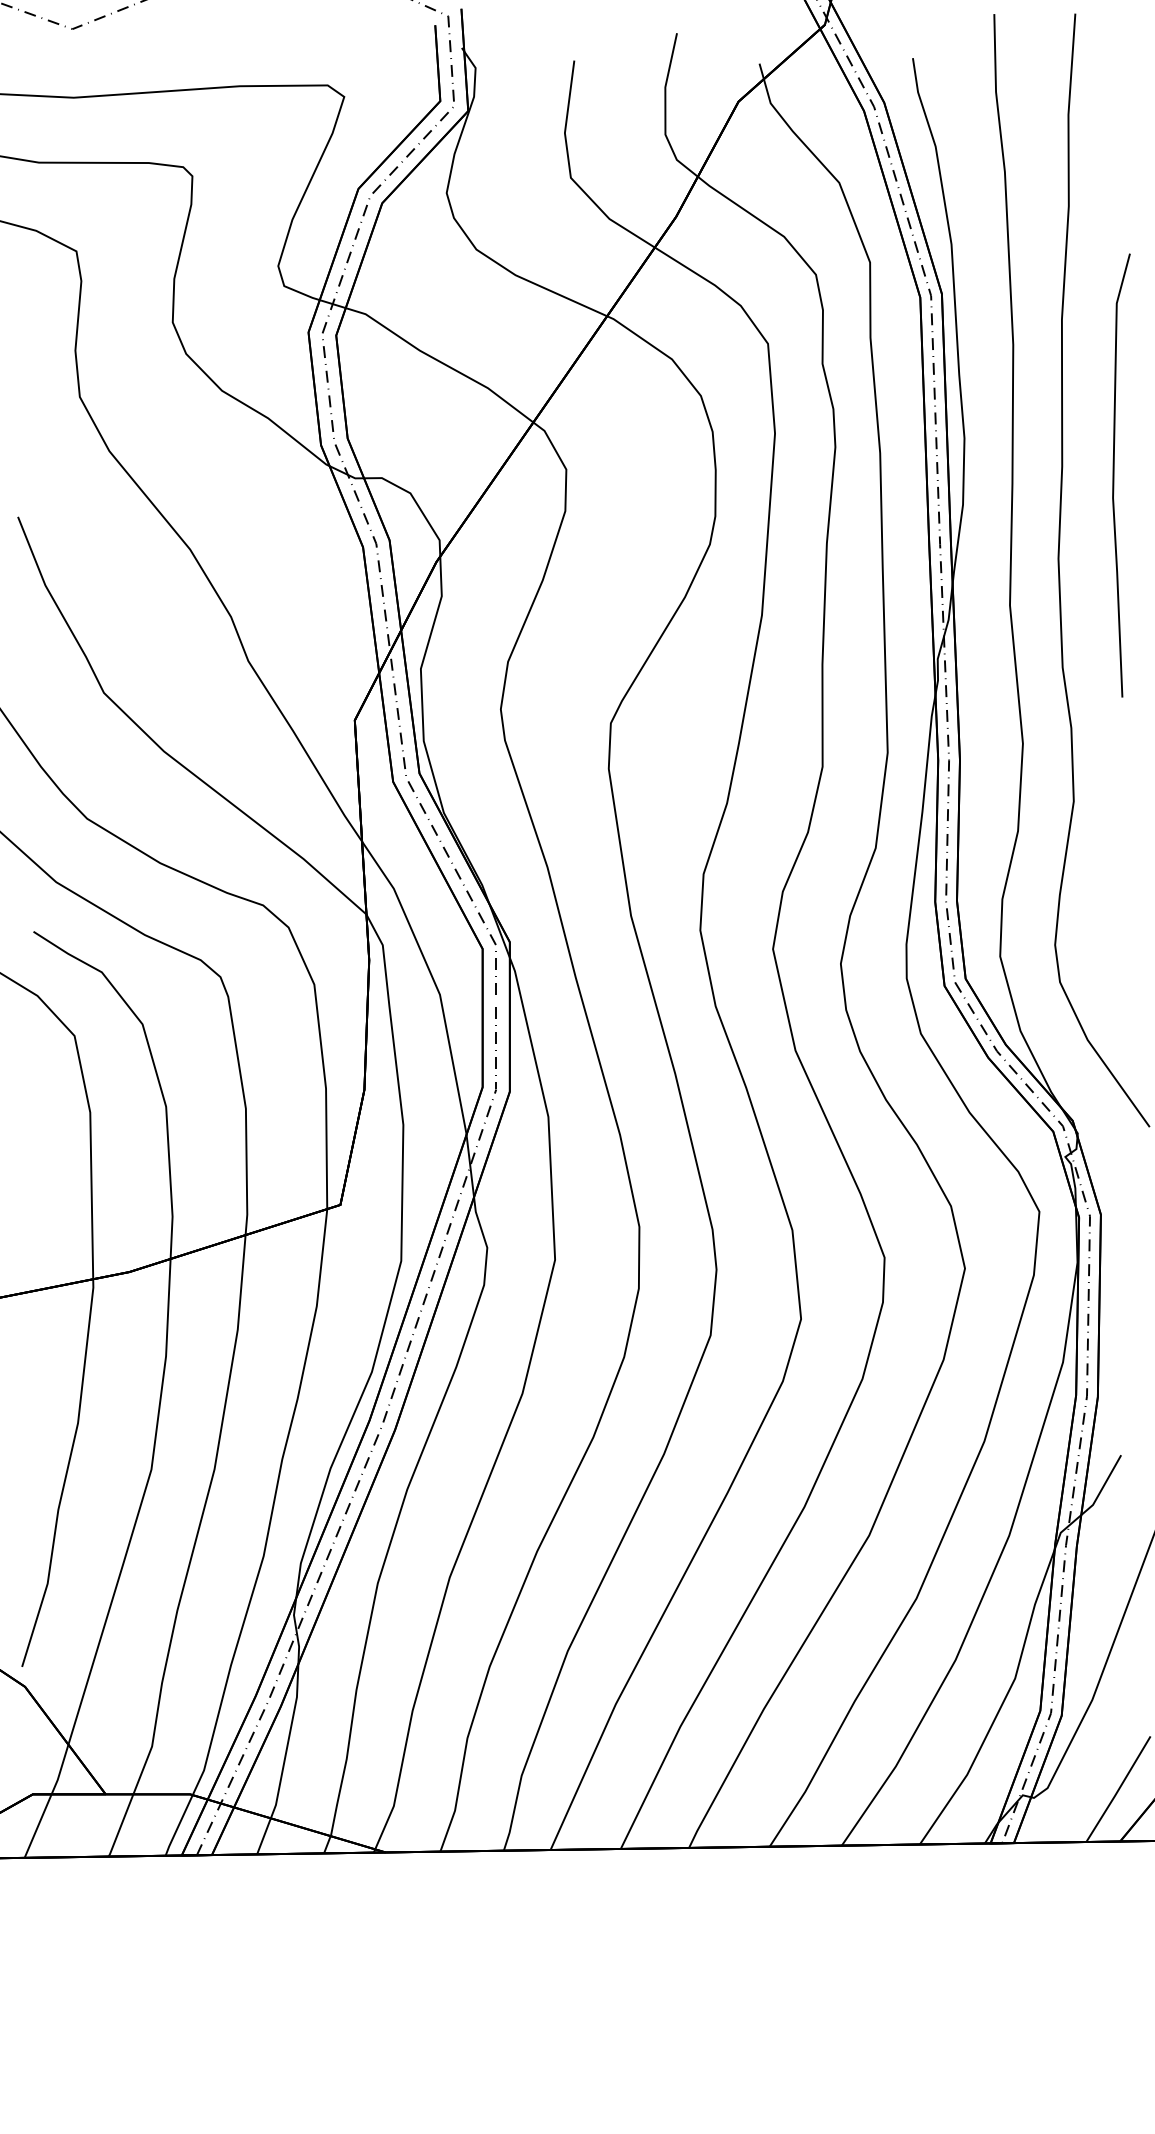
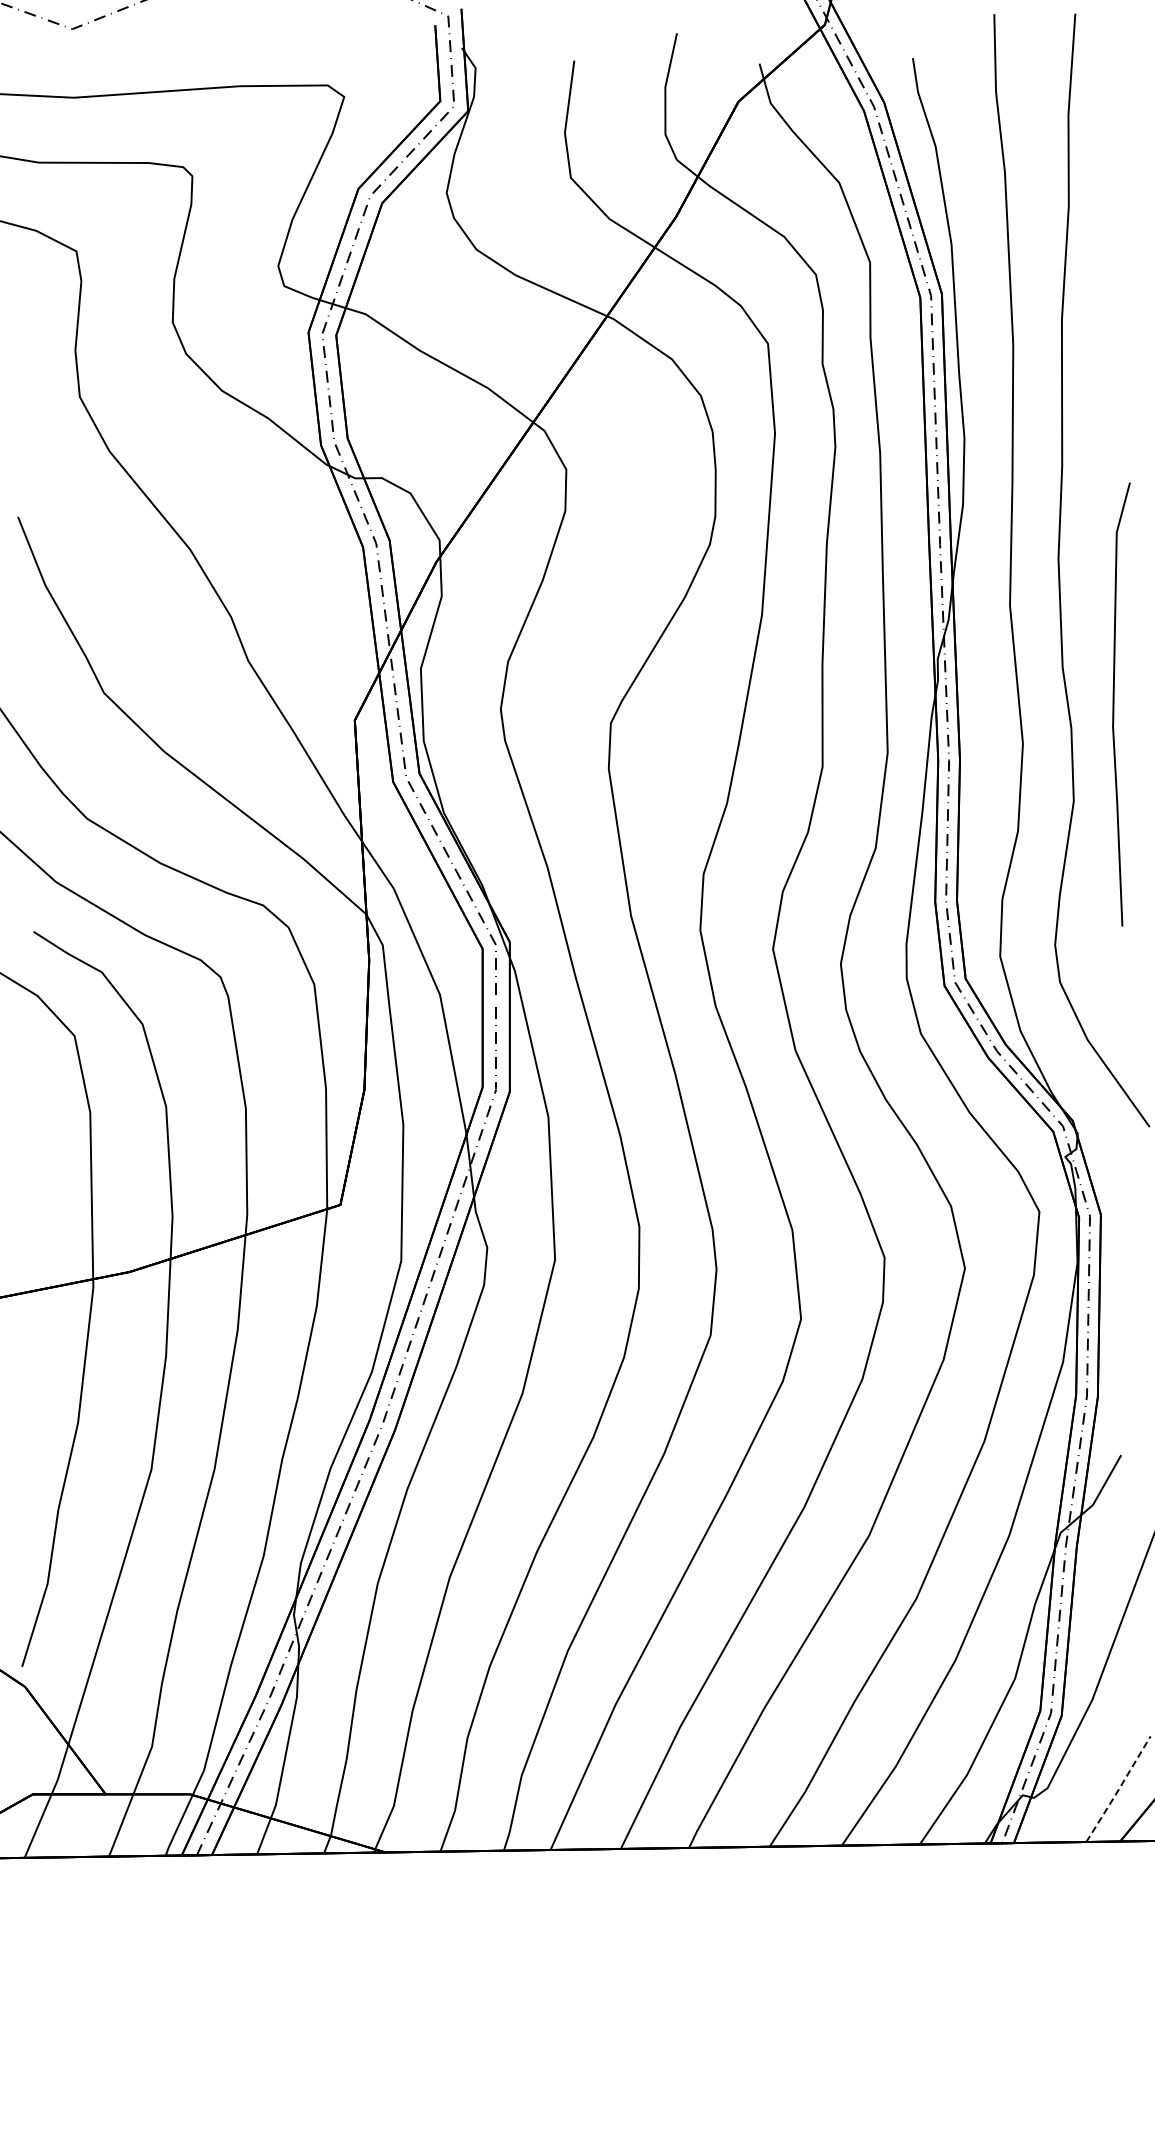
line at (1114, 475) position: (1114, 475) -> (1114, 704)
line at (1118, 1789): solid -> dashed
